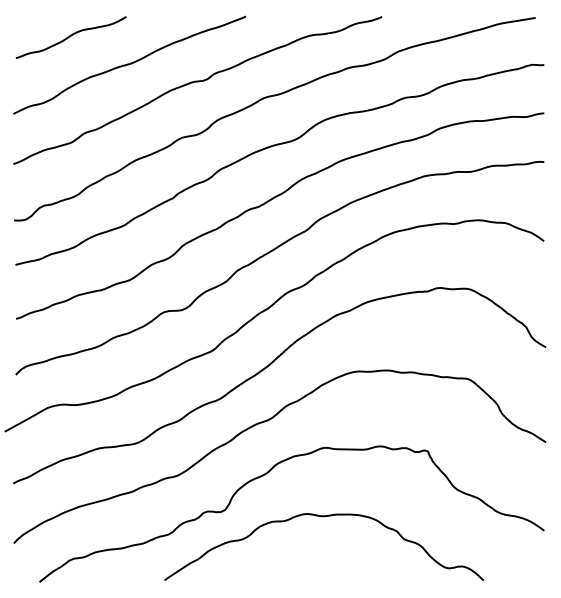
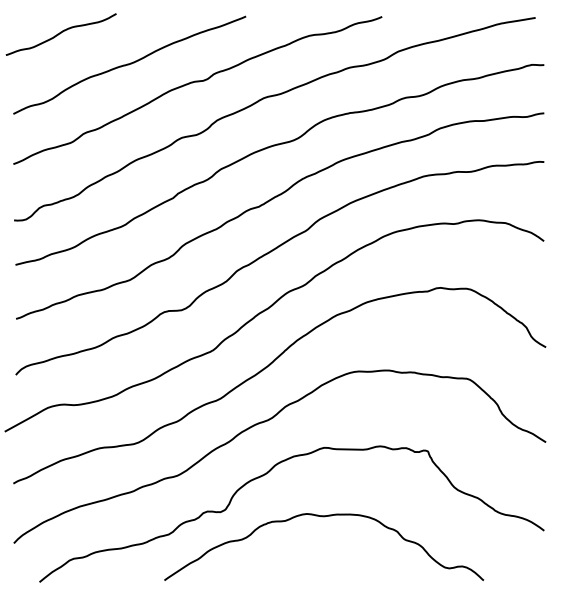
curve at (70, 37) position: (70, 37) -> (60, 34)
